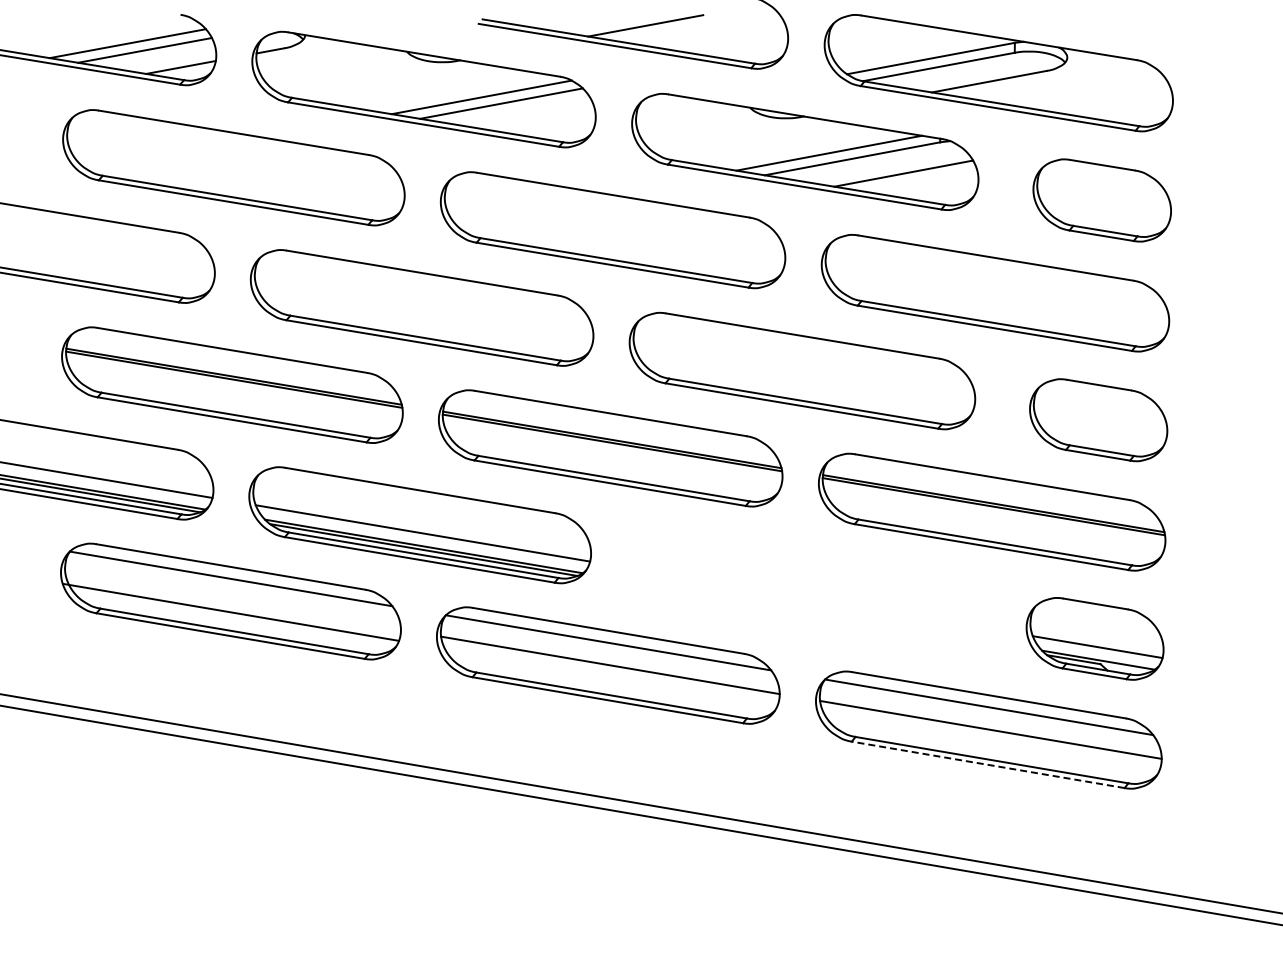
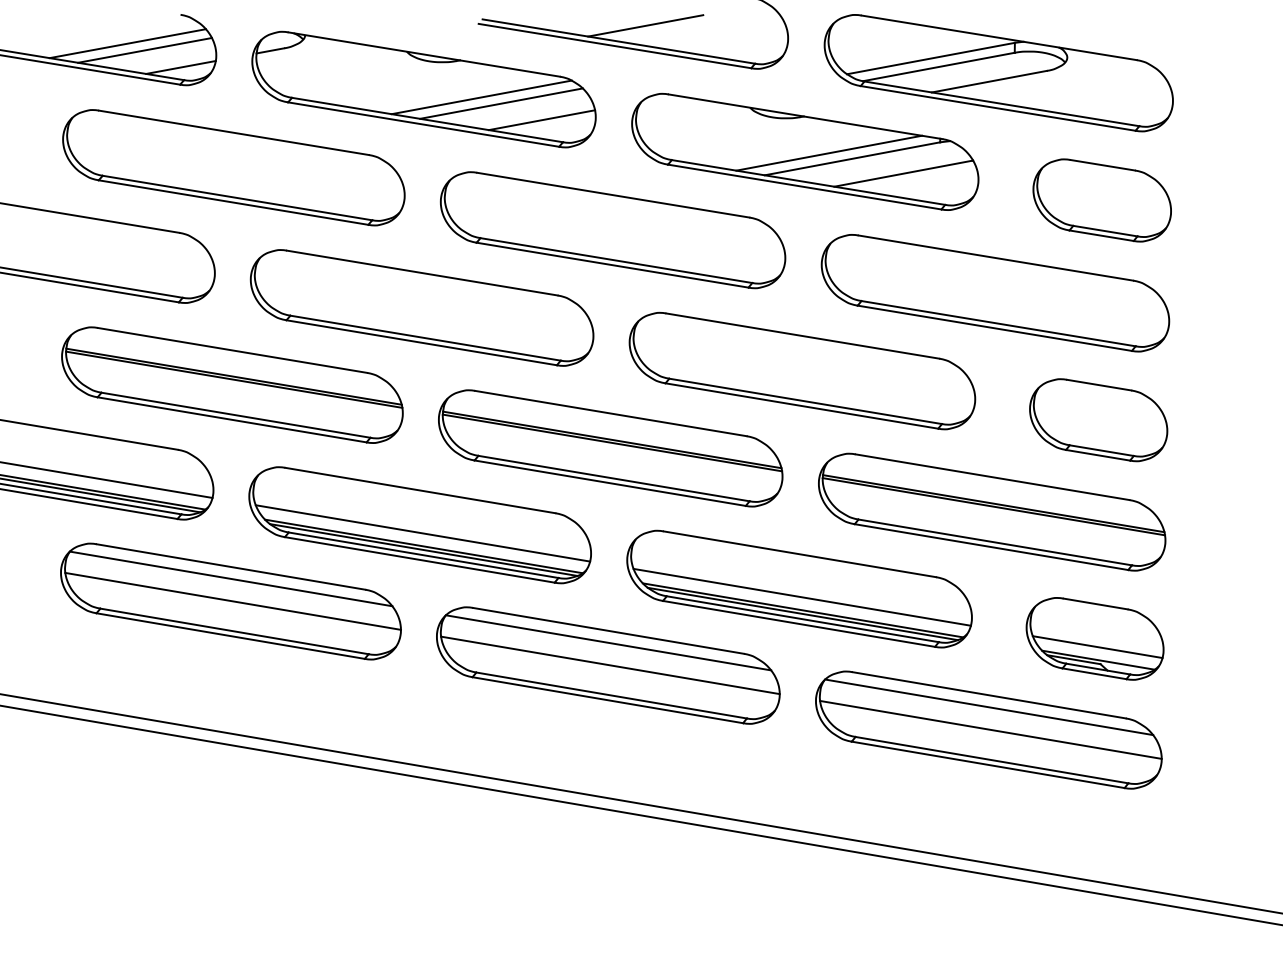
line at (541, 120): none -> present
part at (799, 588): none -> present
line at (230, 611) position: (230, 611) -> (232, 600)
line at (987, 764): dashed -> solid
